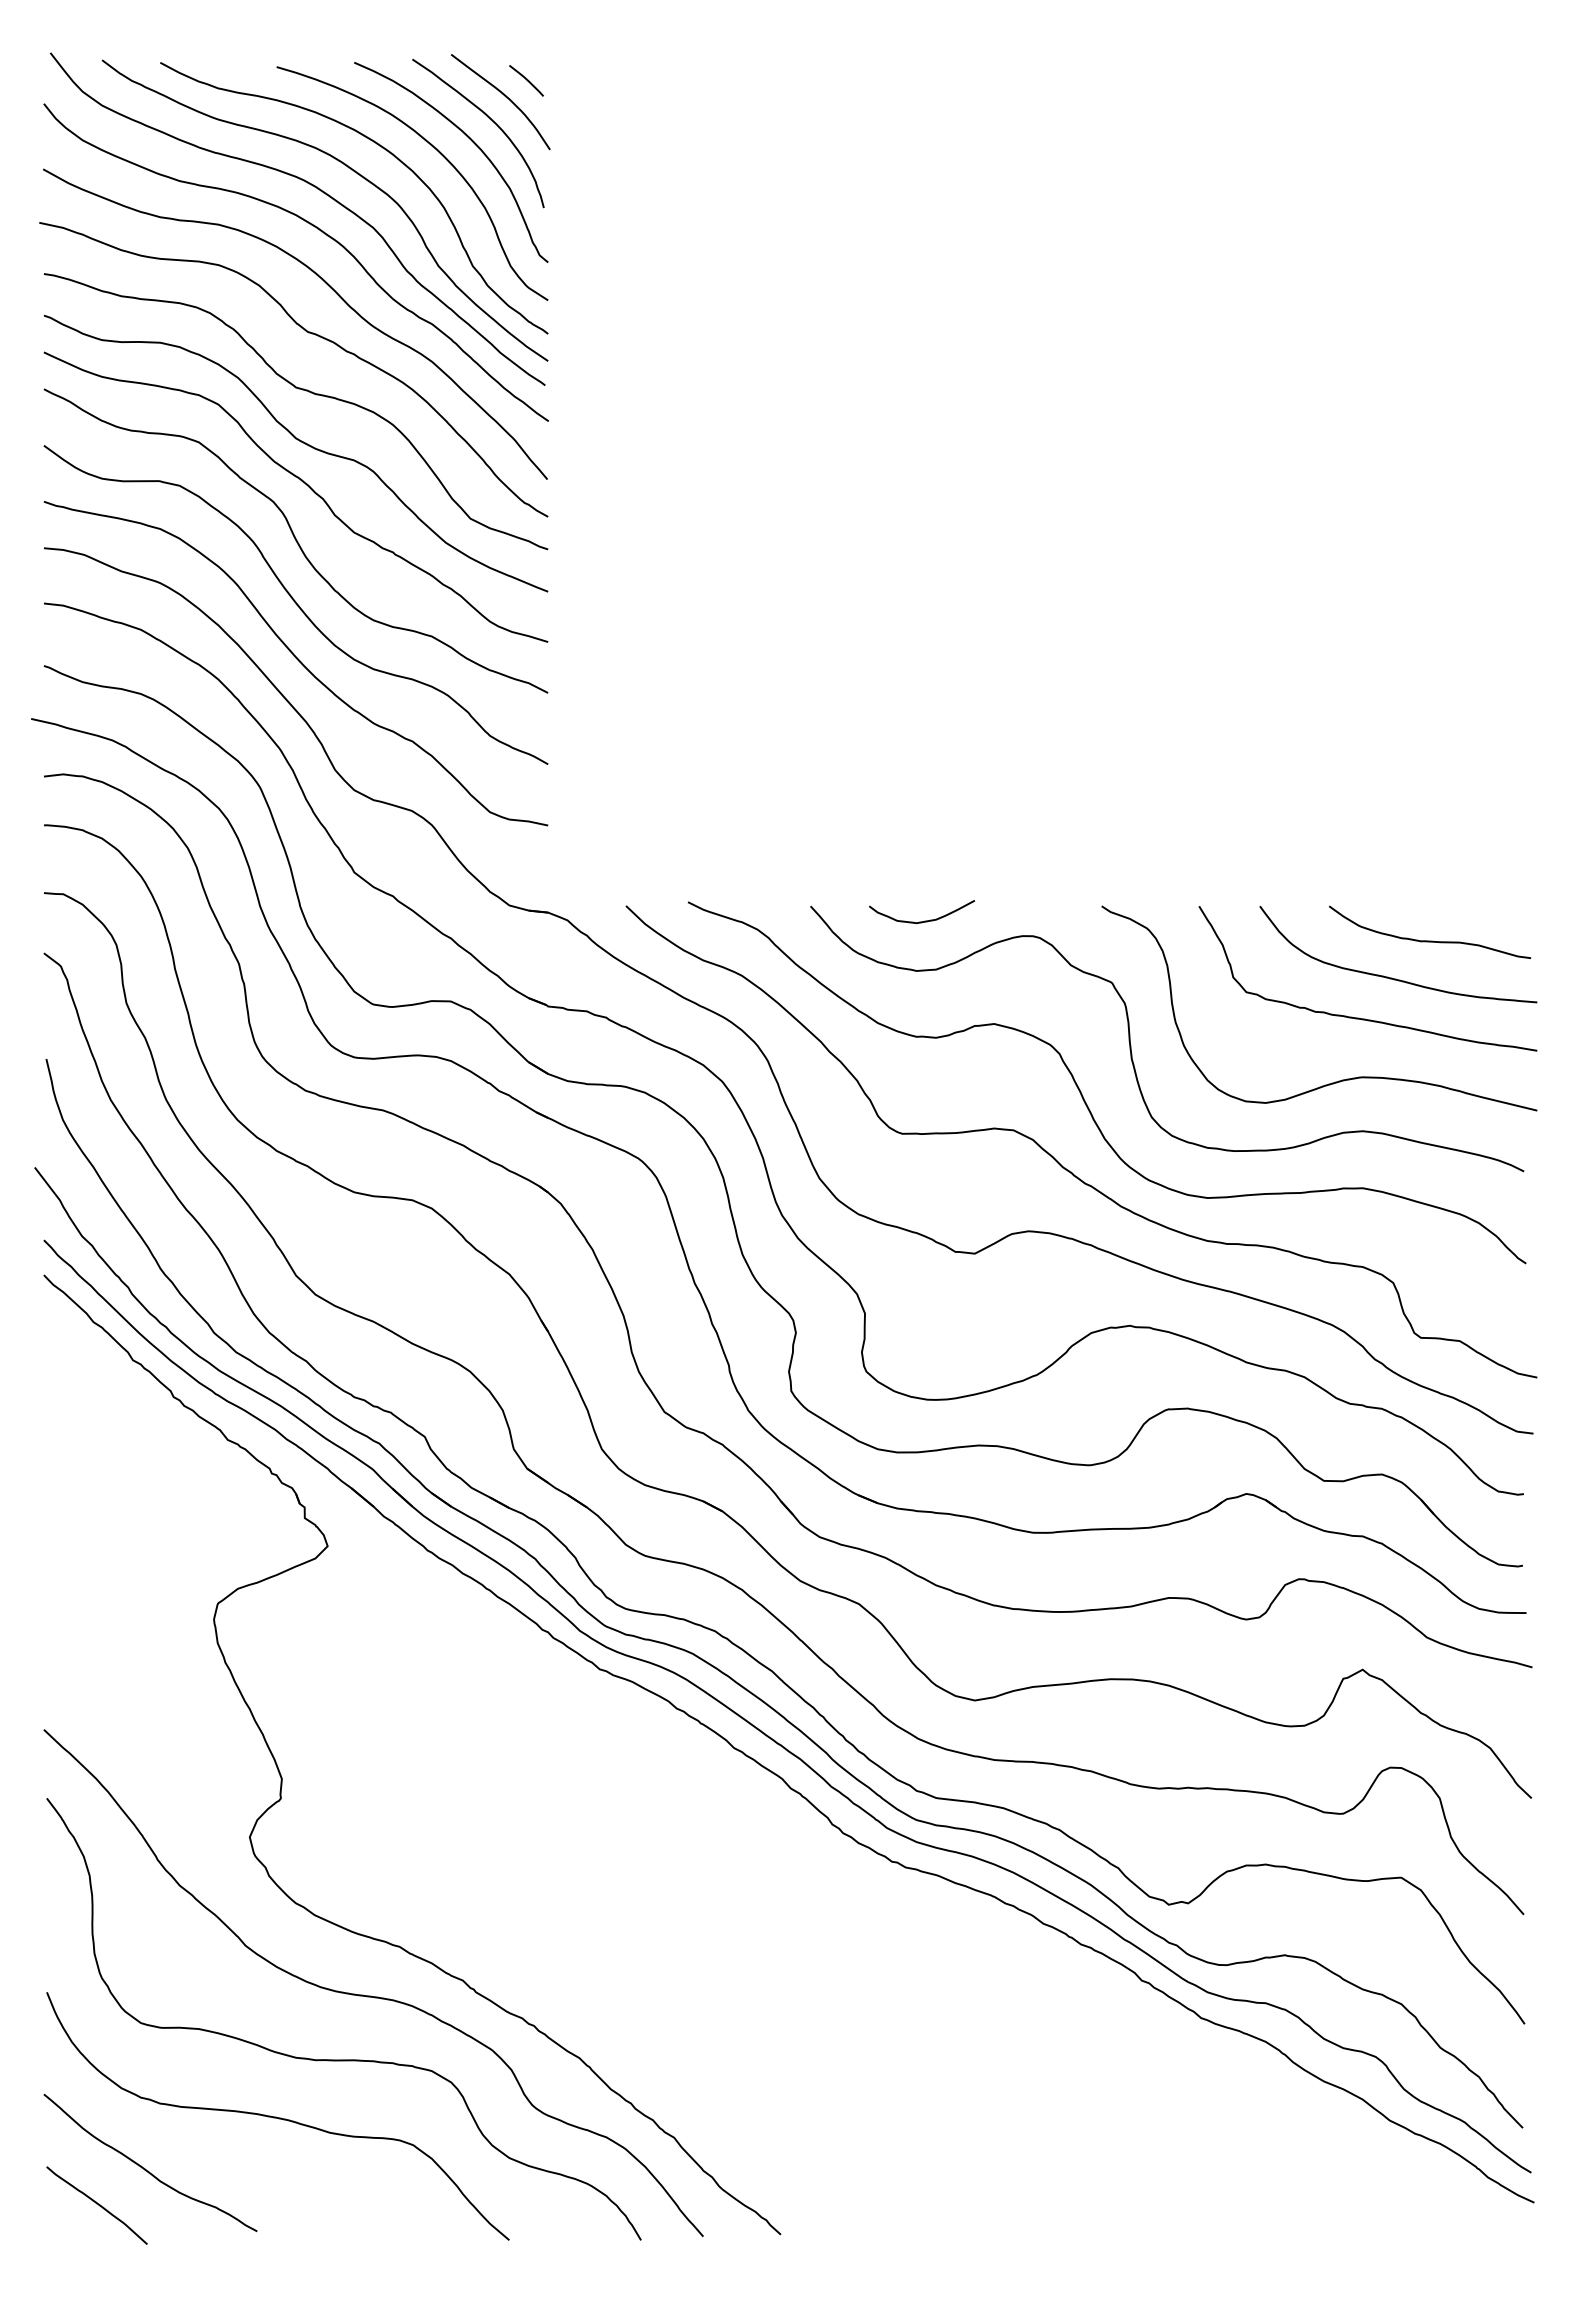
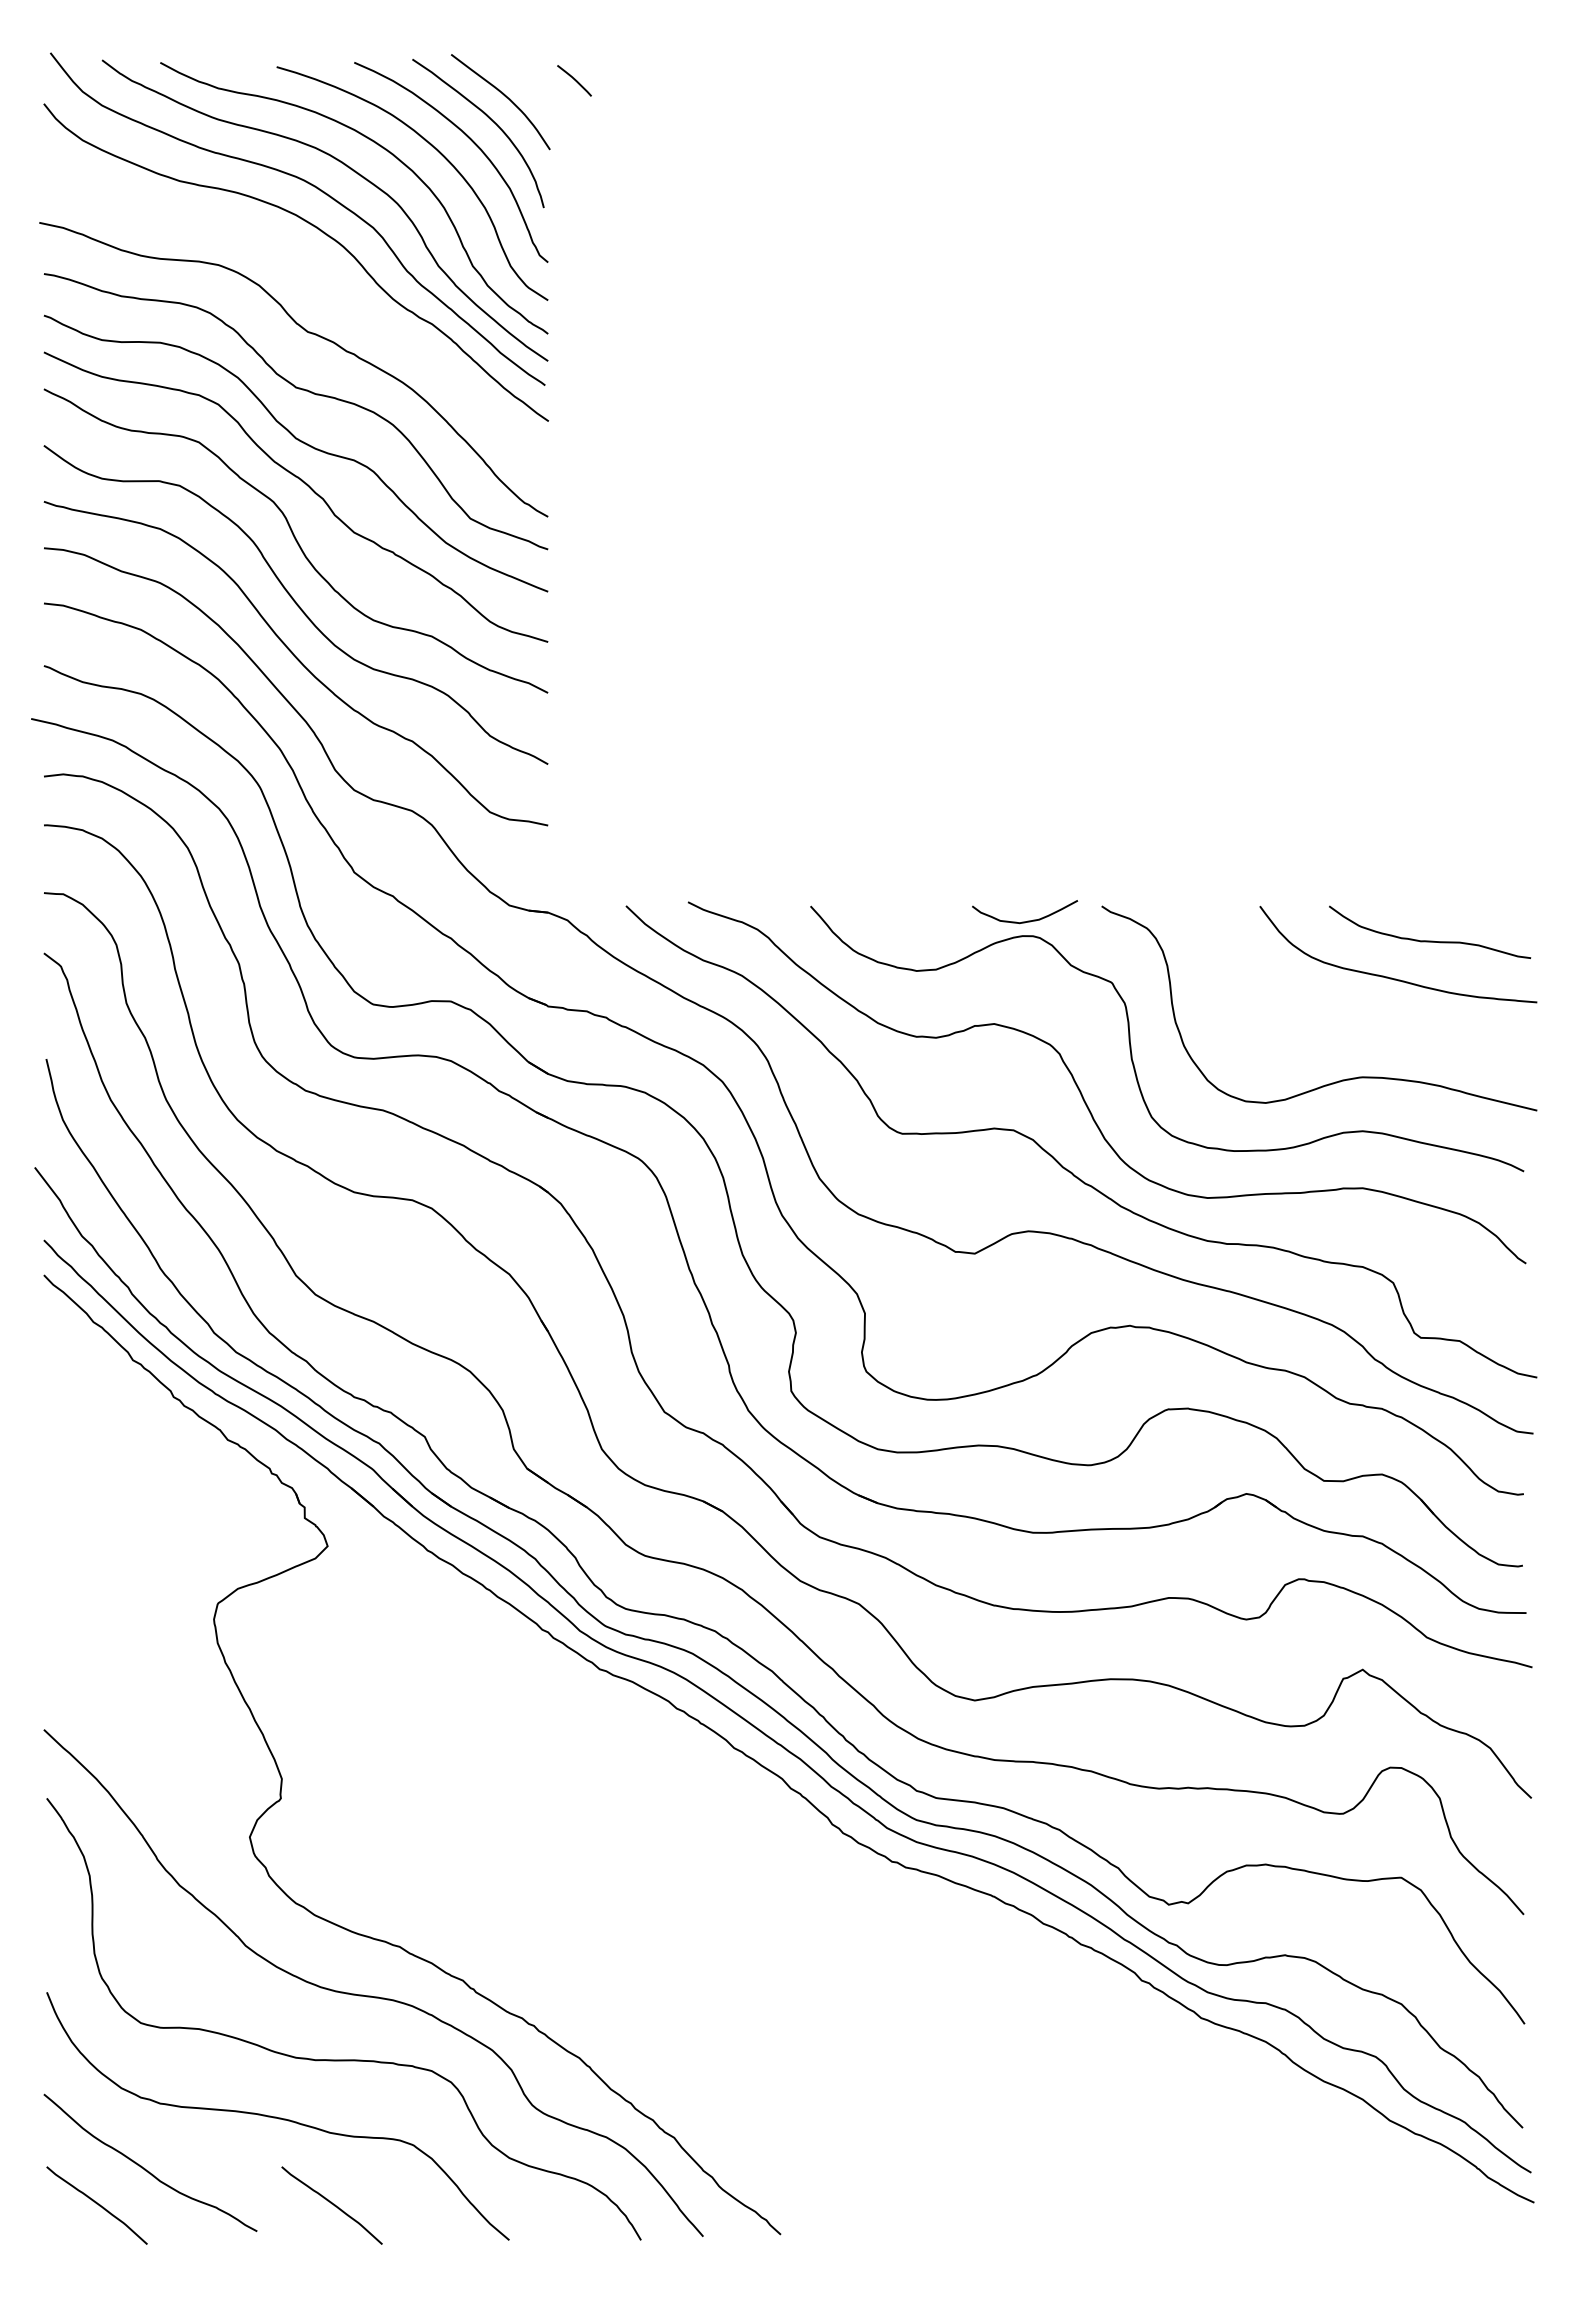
line at (526, 80) position: (526, 80) -> (574, 80)
curve at (330, 288): present -> none
curve at (924, 920) position: (924, 920) -> (1027, 920)
curve at (1359, 1017): present -> none
curve at (331, 2204): none -> present
